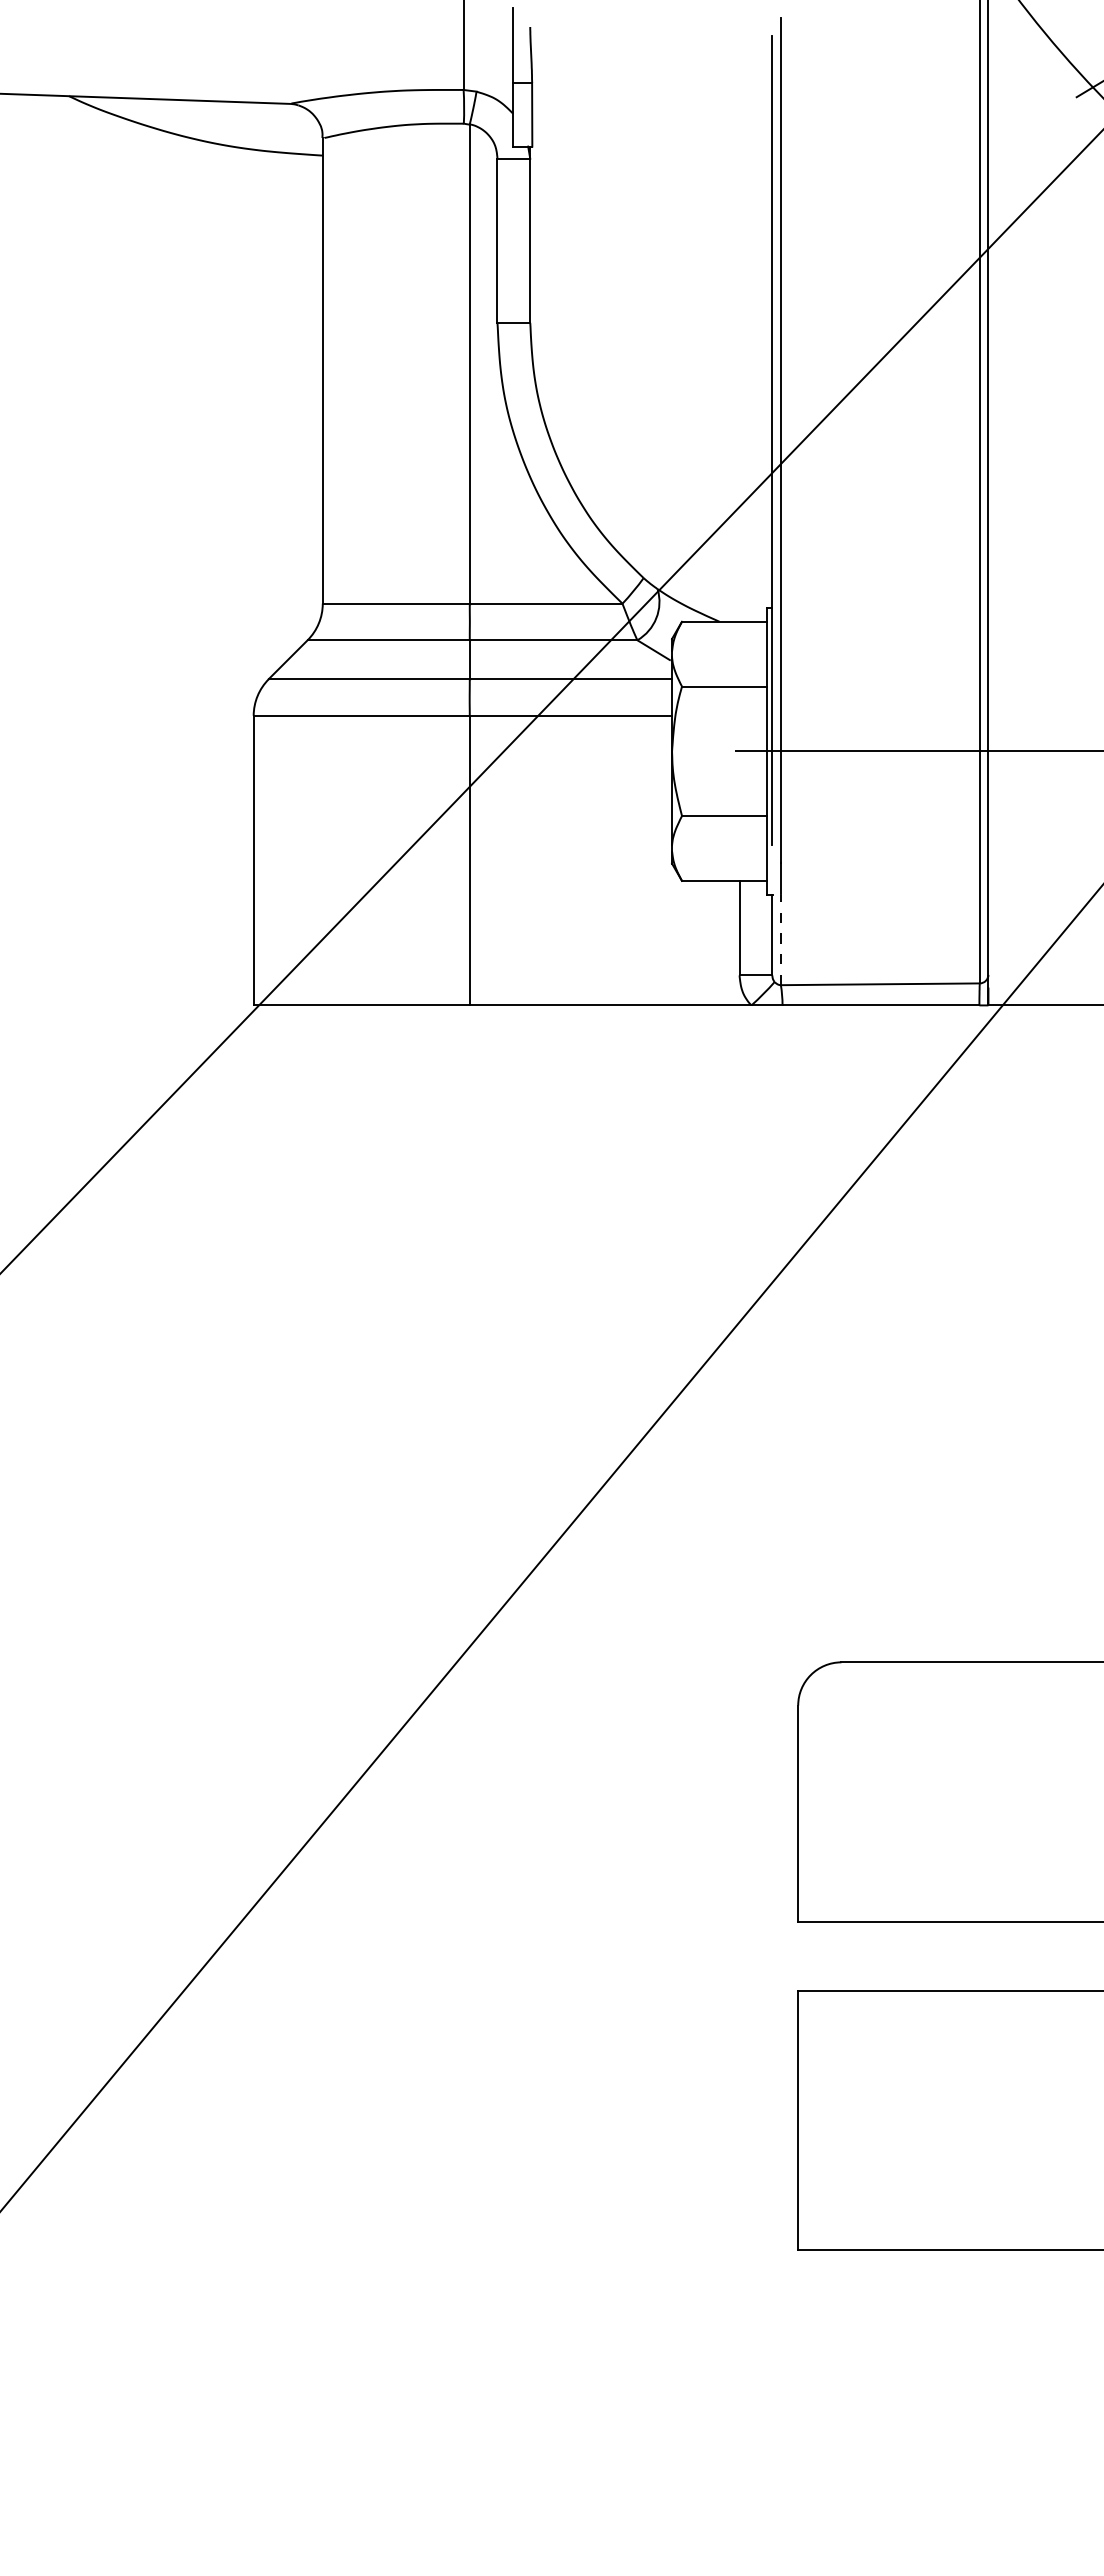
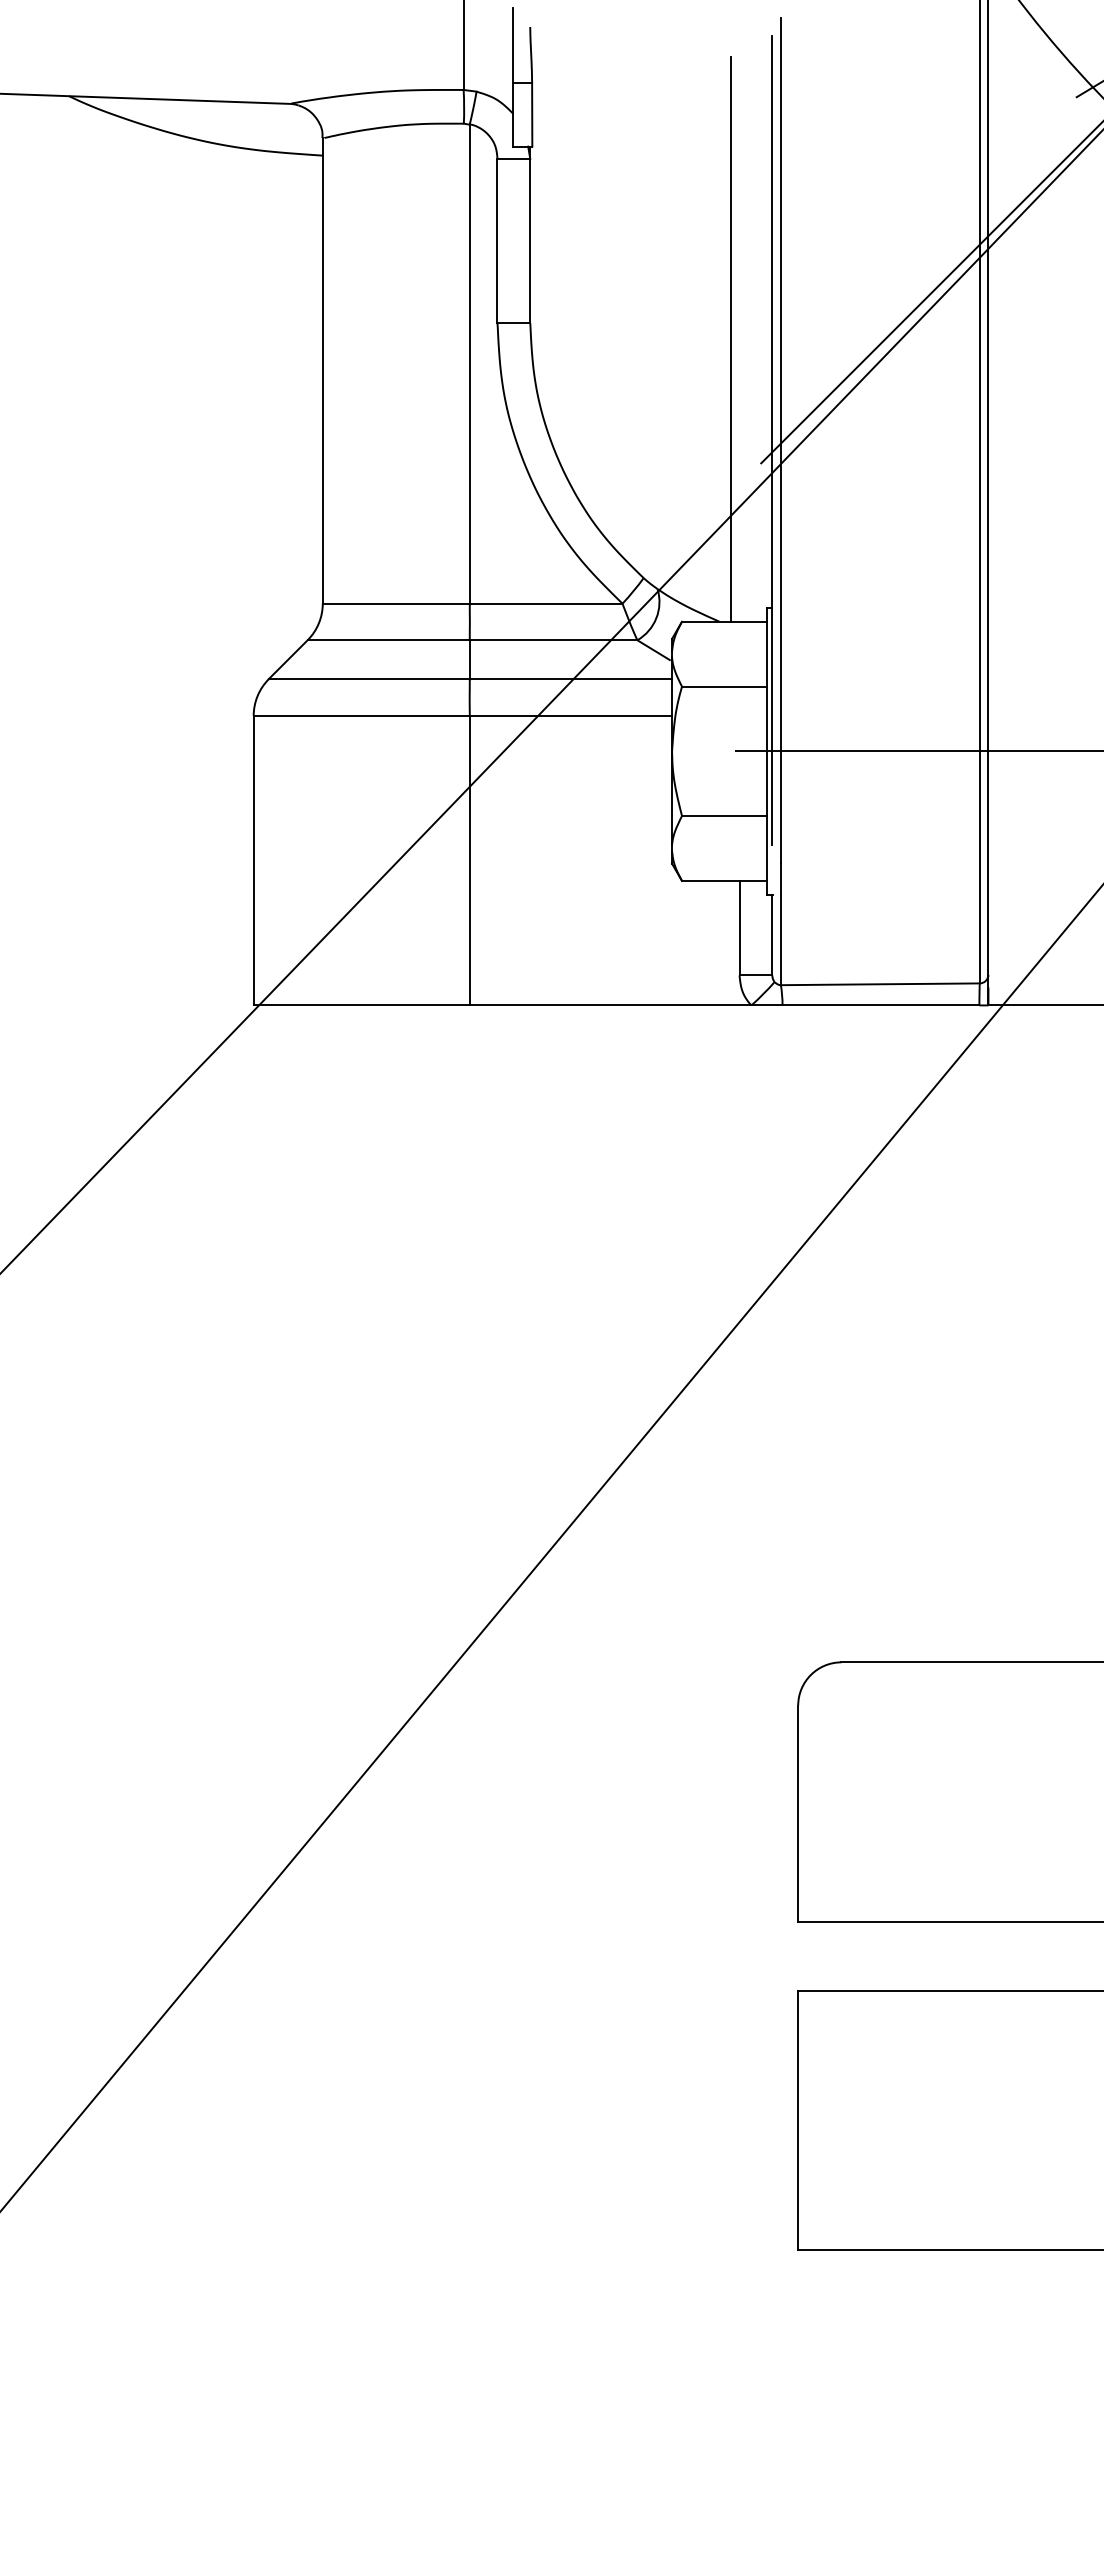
line at (930, 293): none -> present
line at (731, 339): none -> present
line at (780, 939): dashed -> solid
